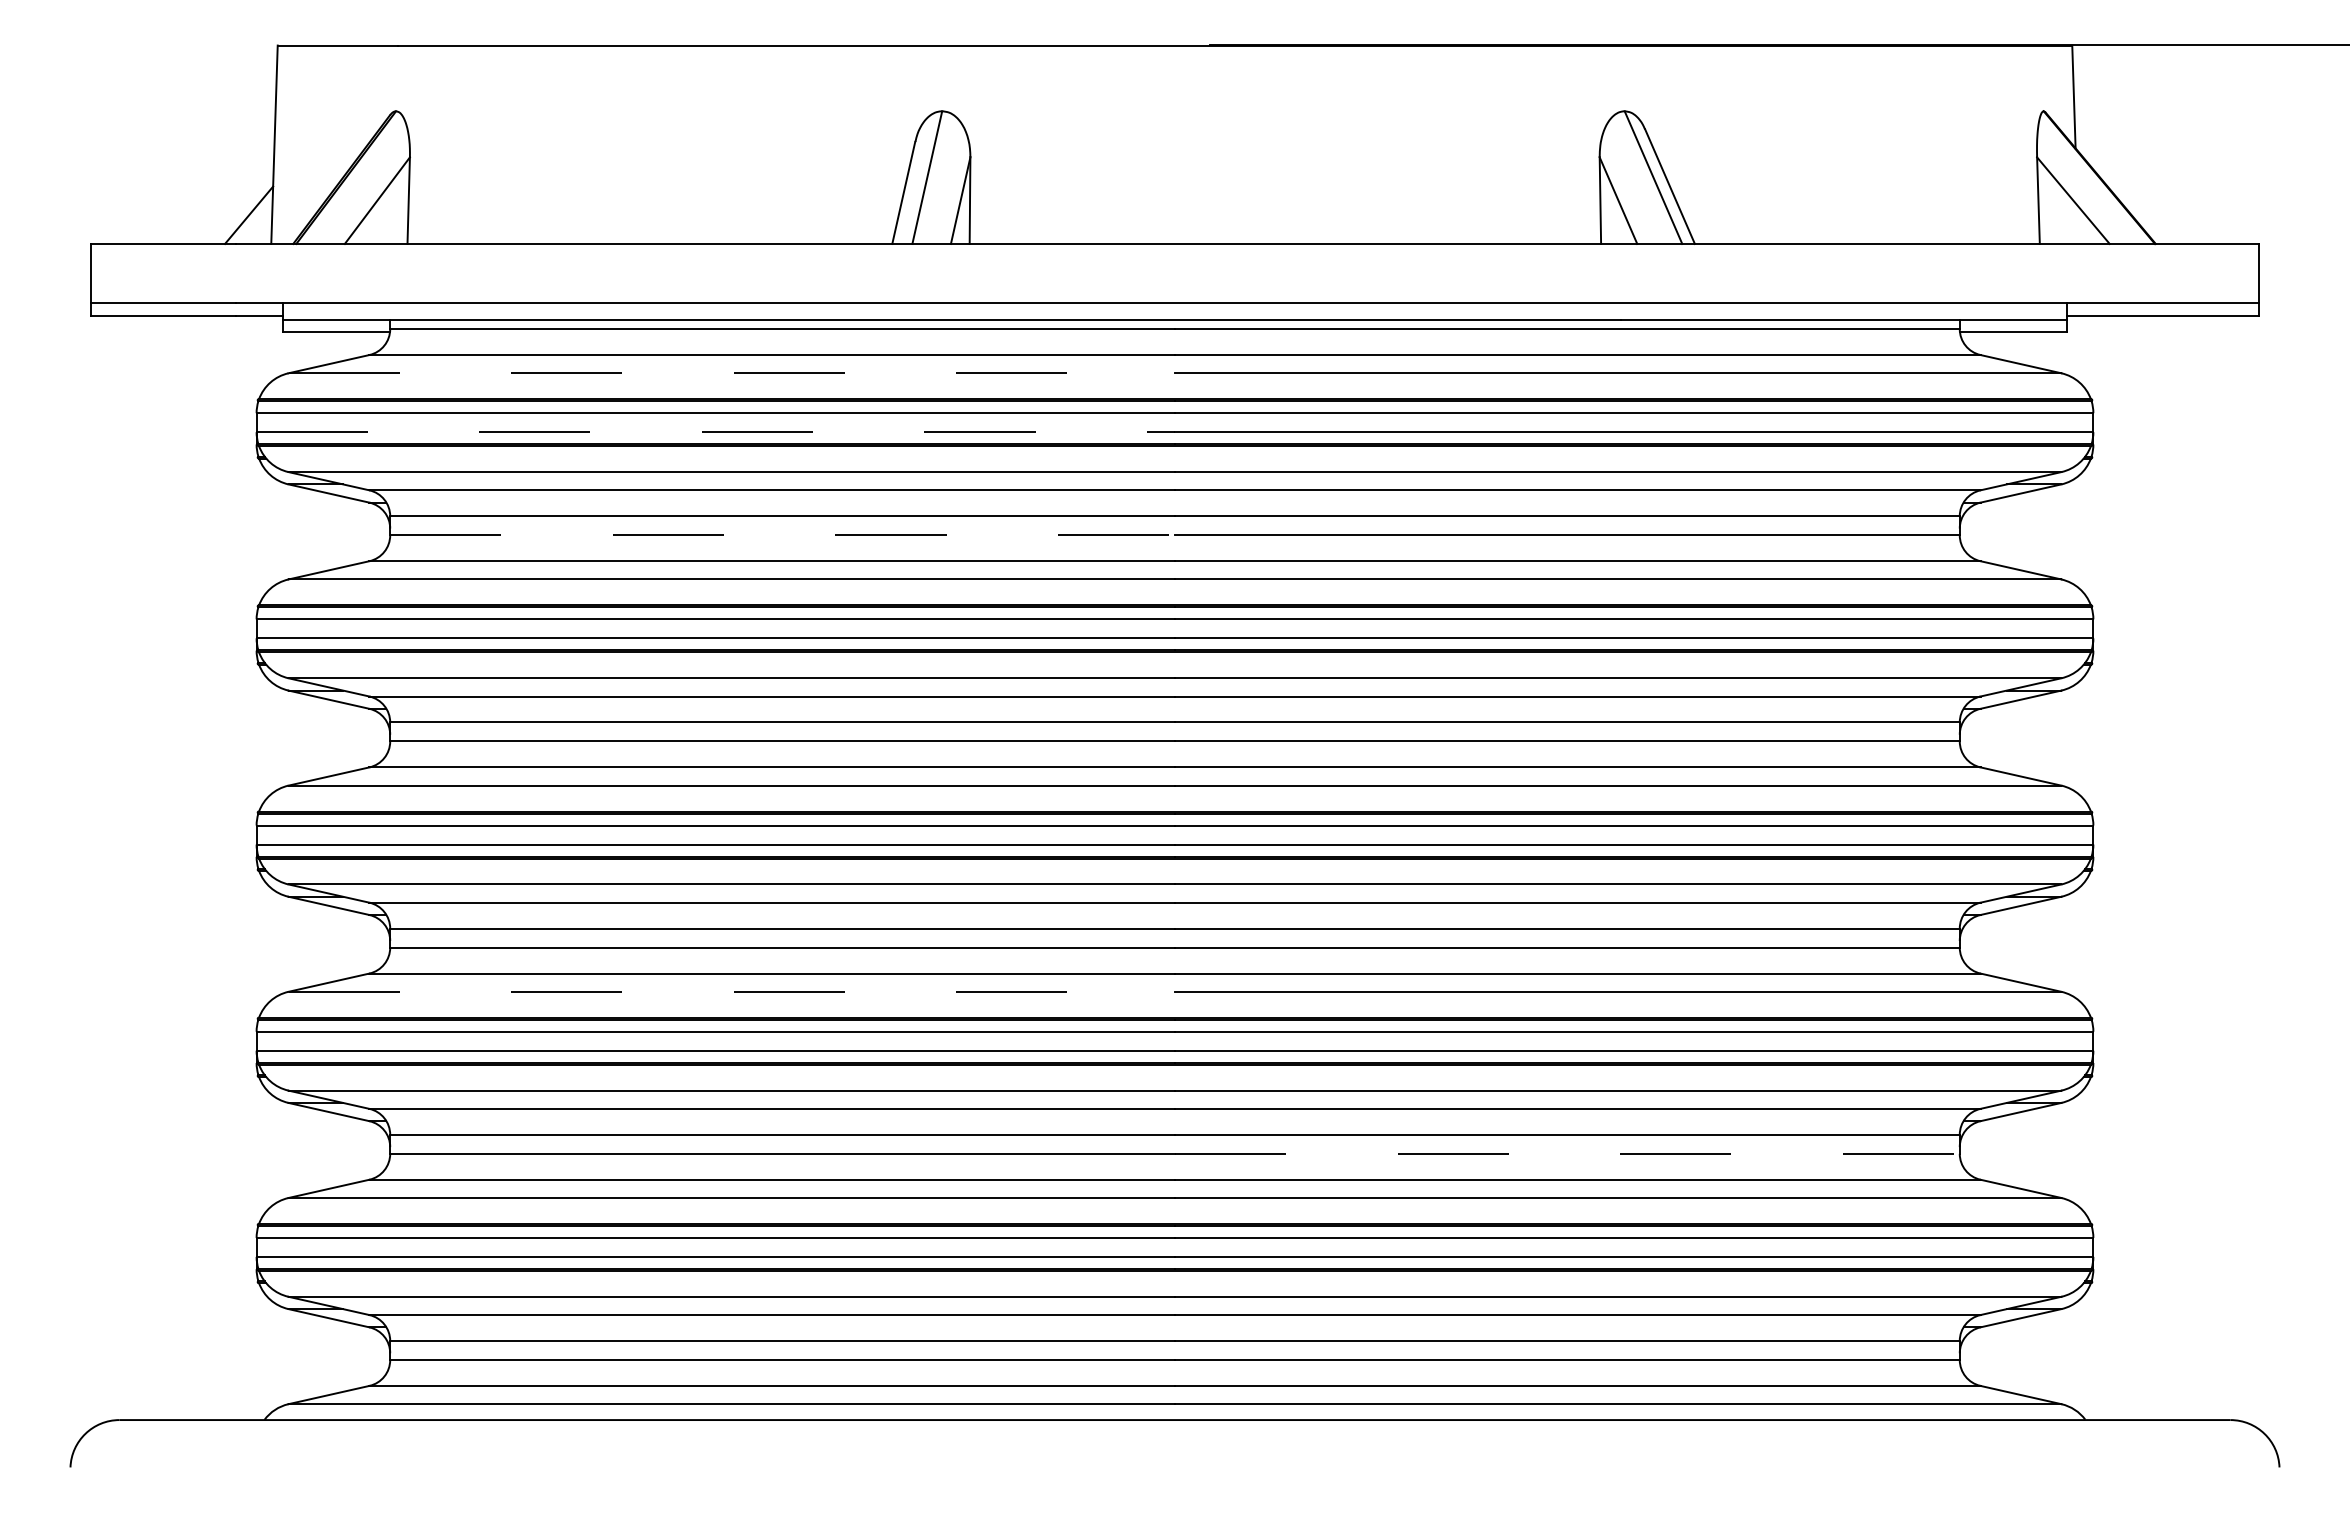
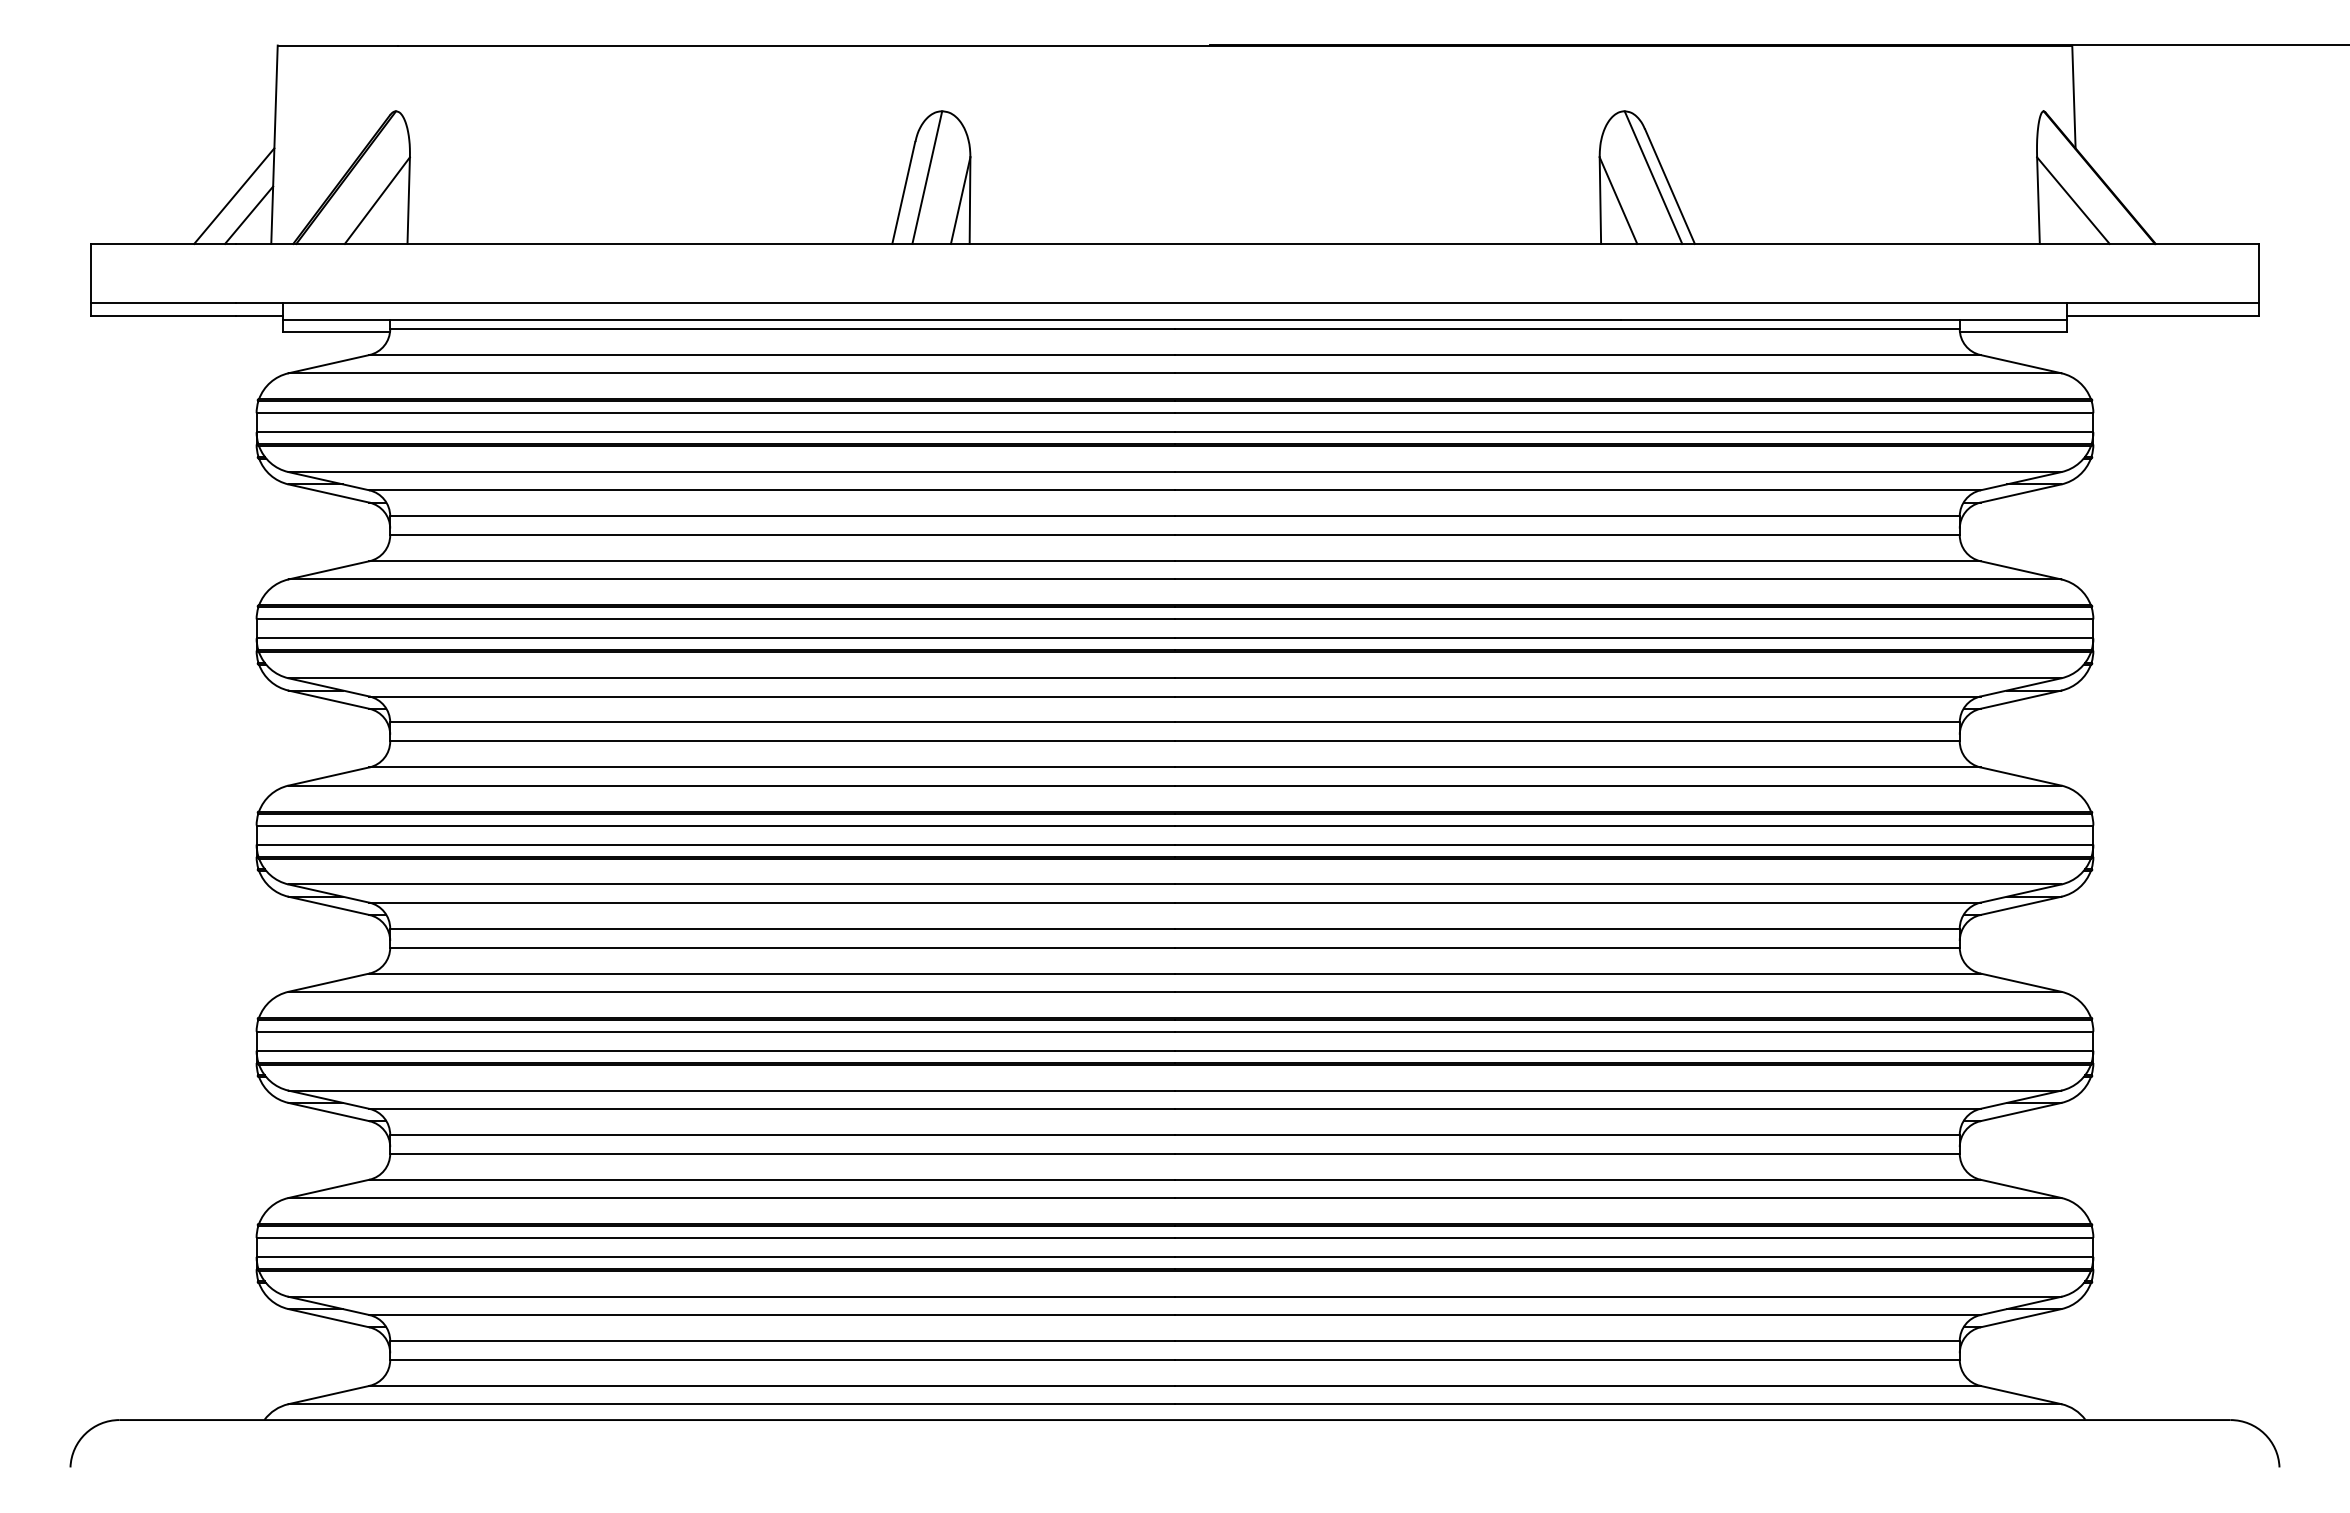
line at (234, 195): none -> present
line at (732, 373): dashed -> solid
line at (716, 432): dashed -> solid
line at (783, 535): dashed -> solid
line at (732, 991): dashed -> solid
line at (1567, 1153): dashed -> solid
